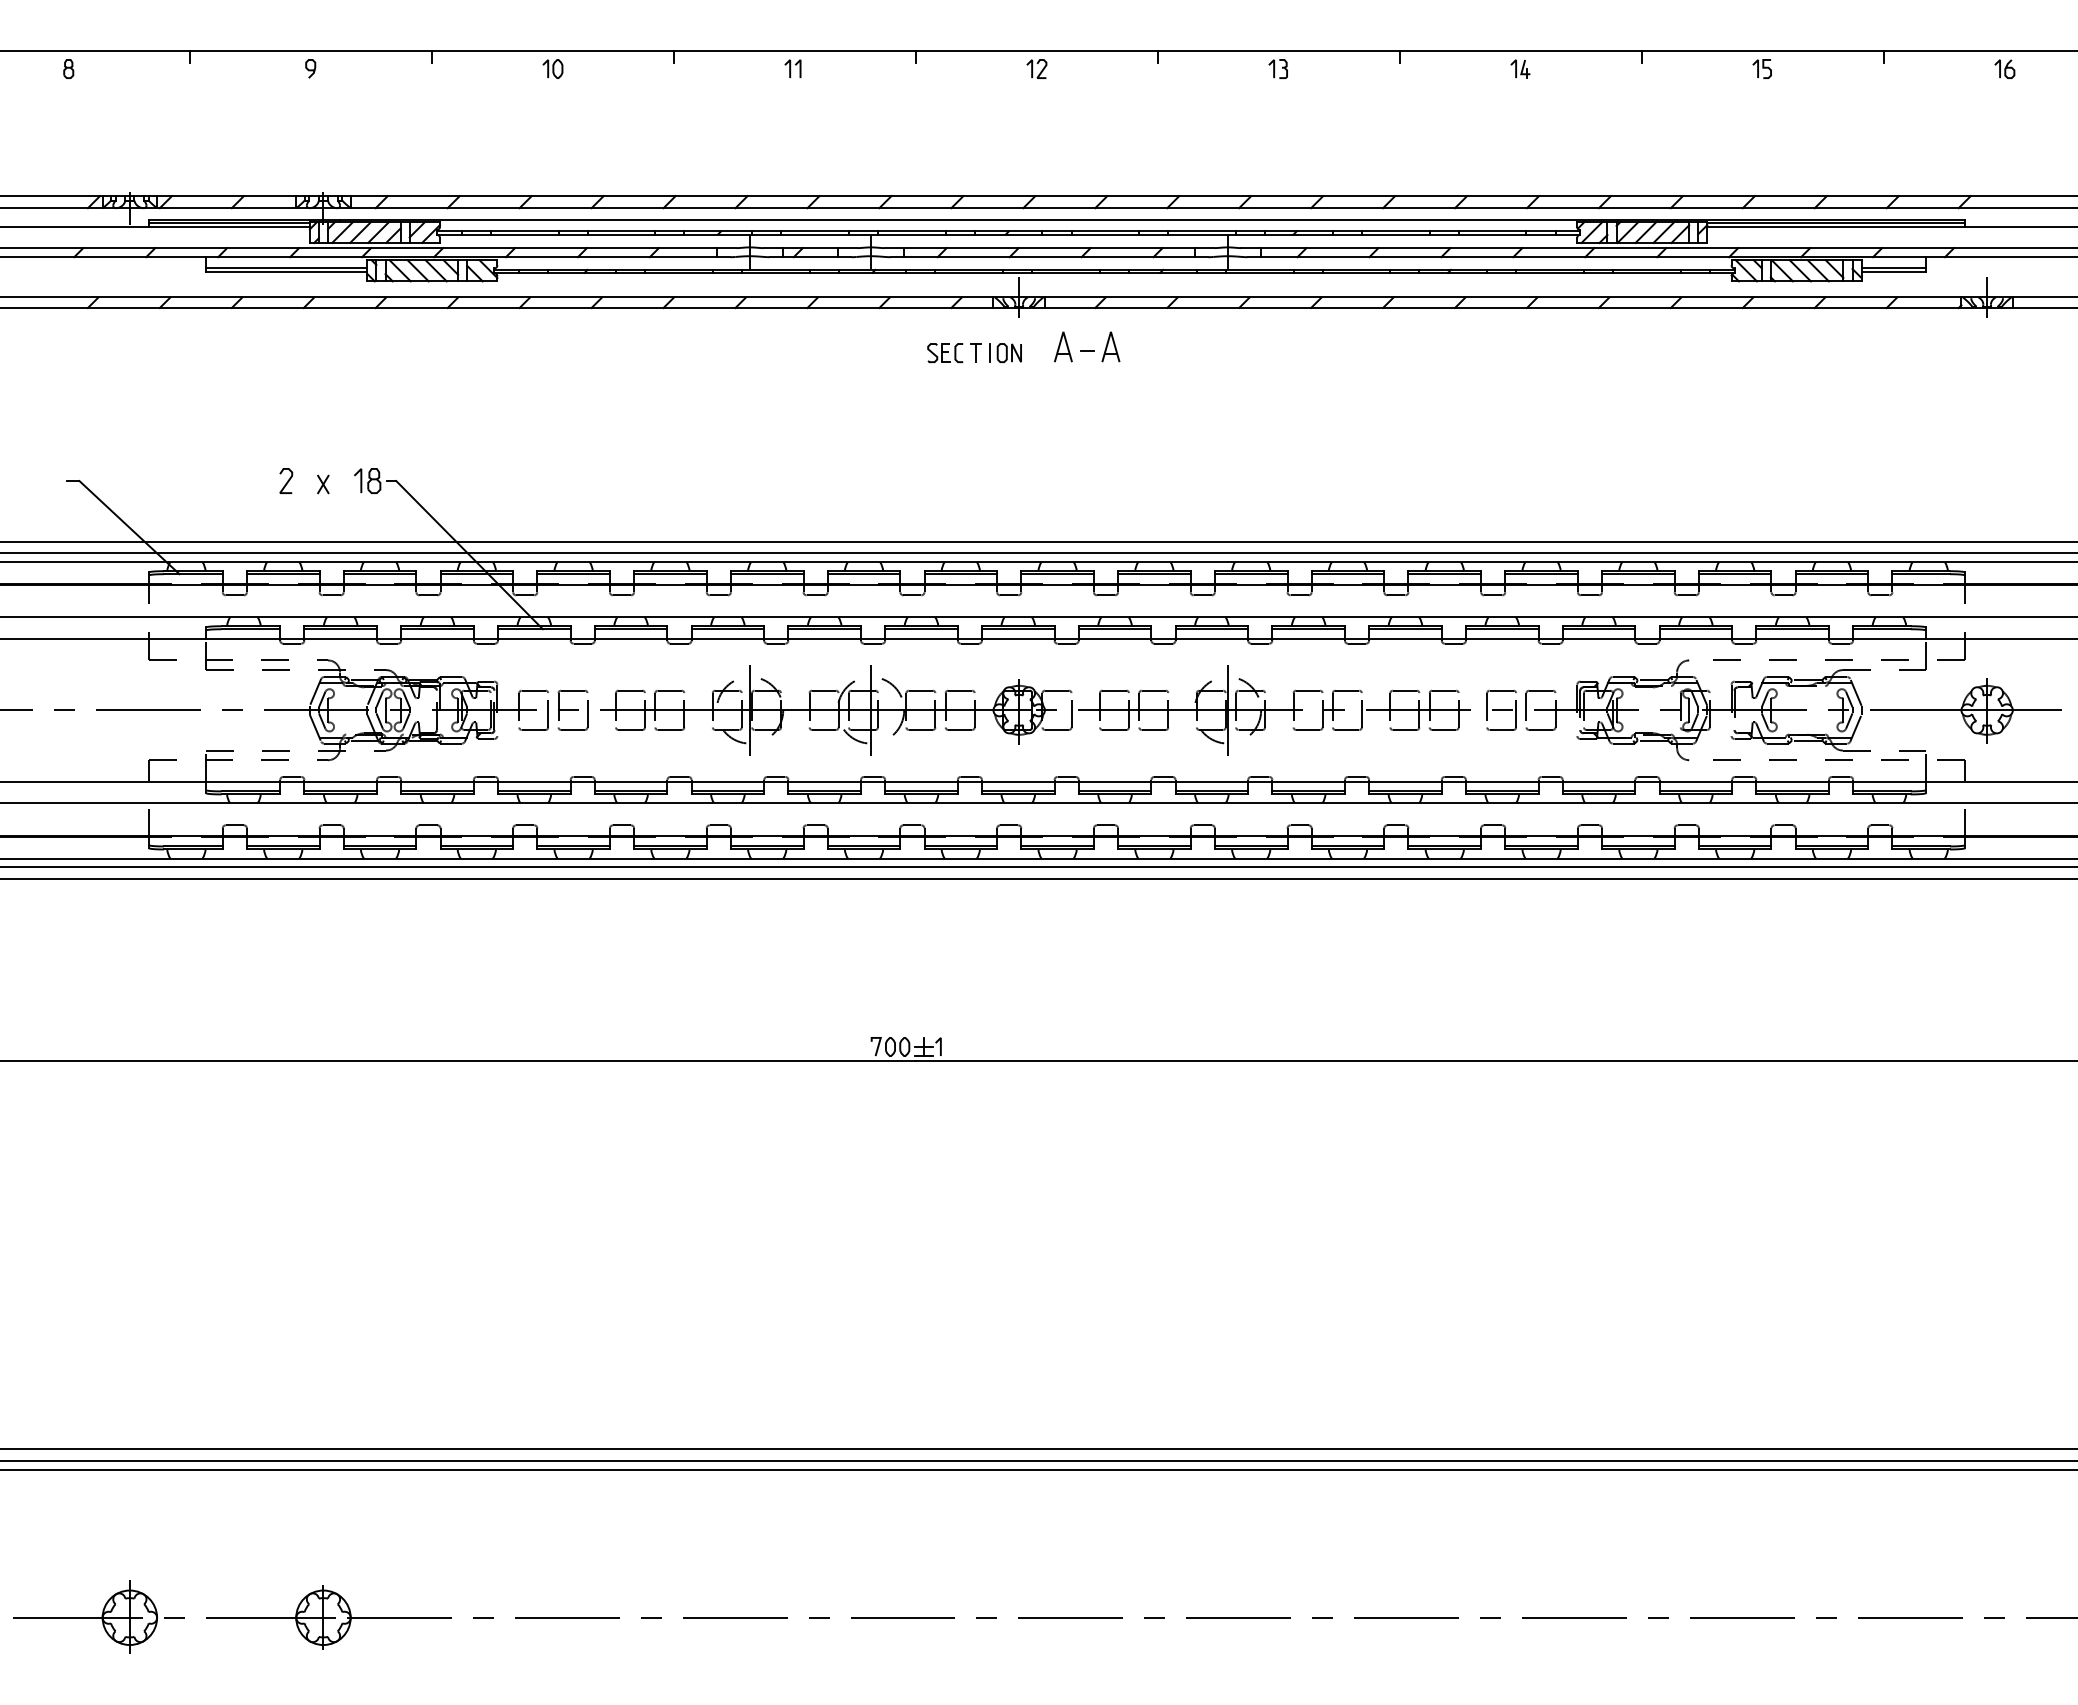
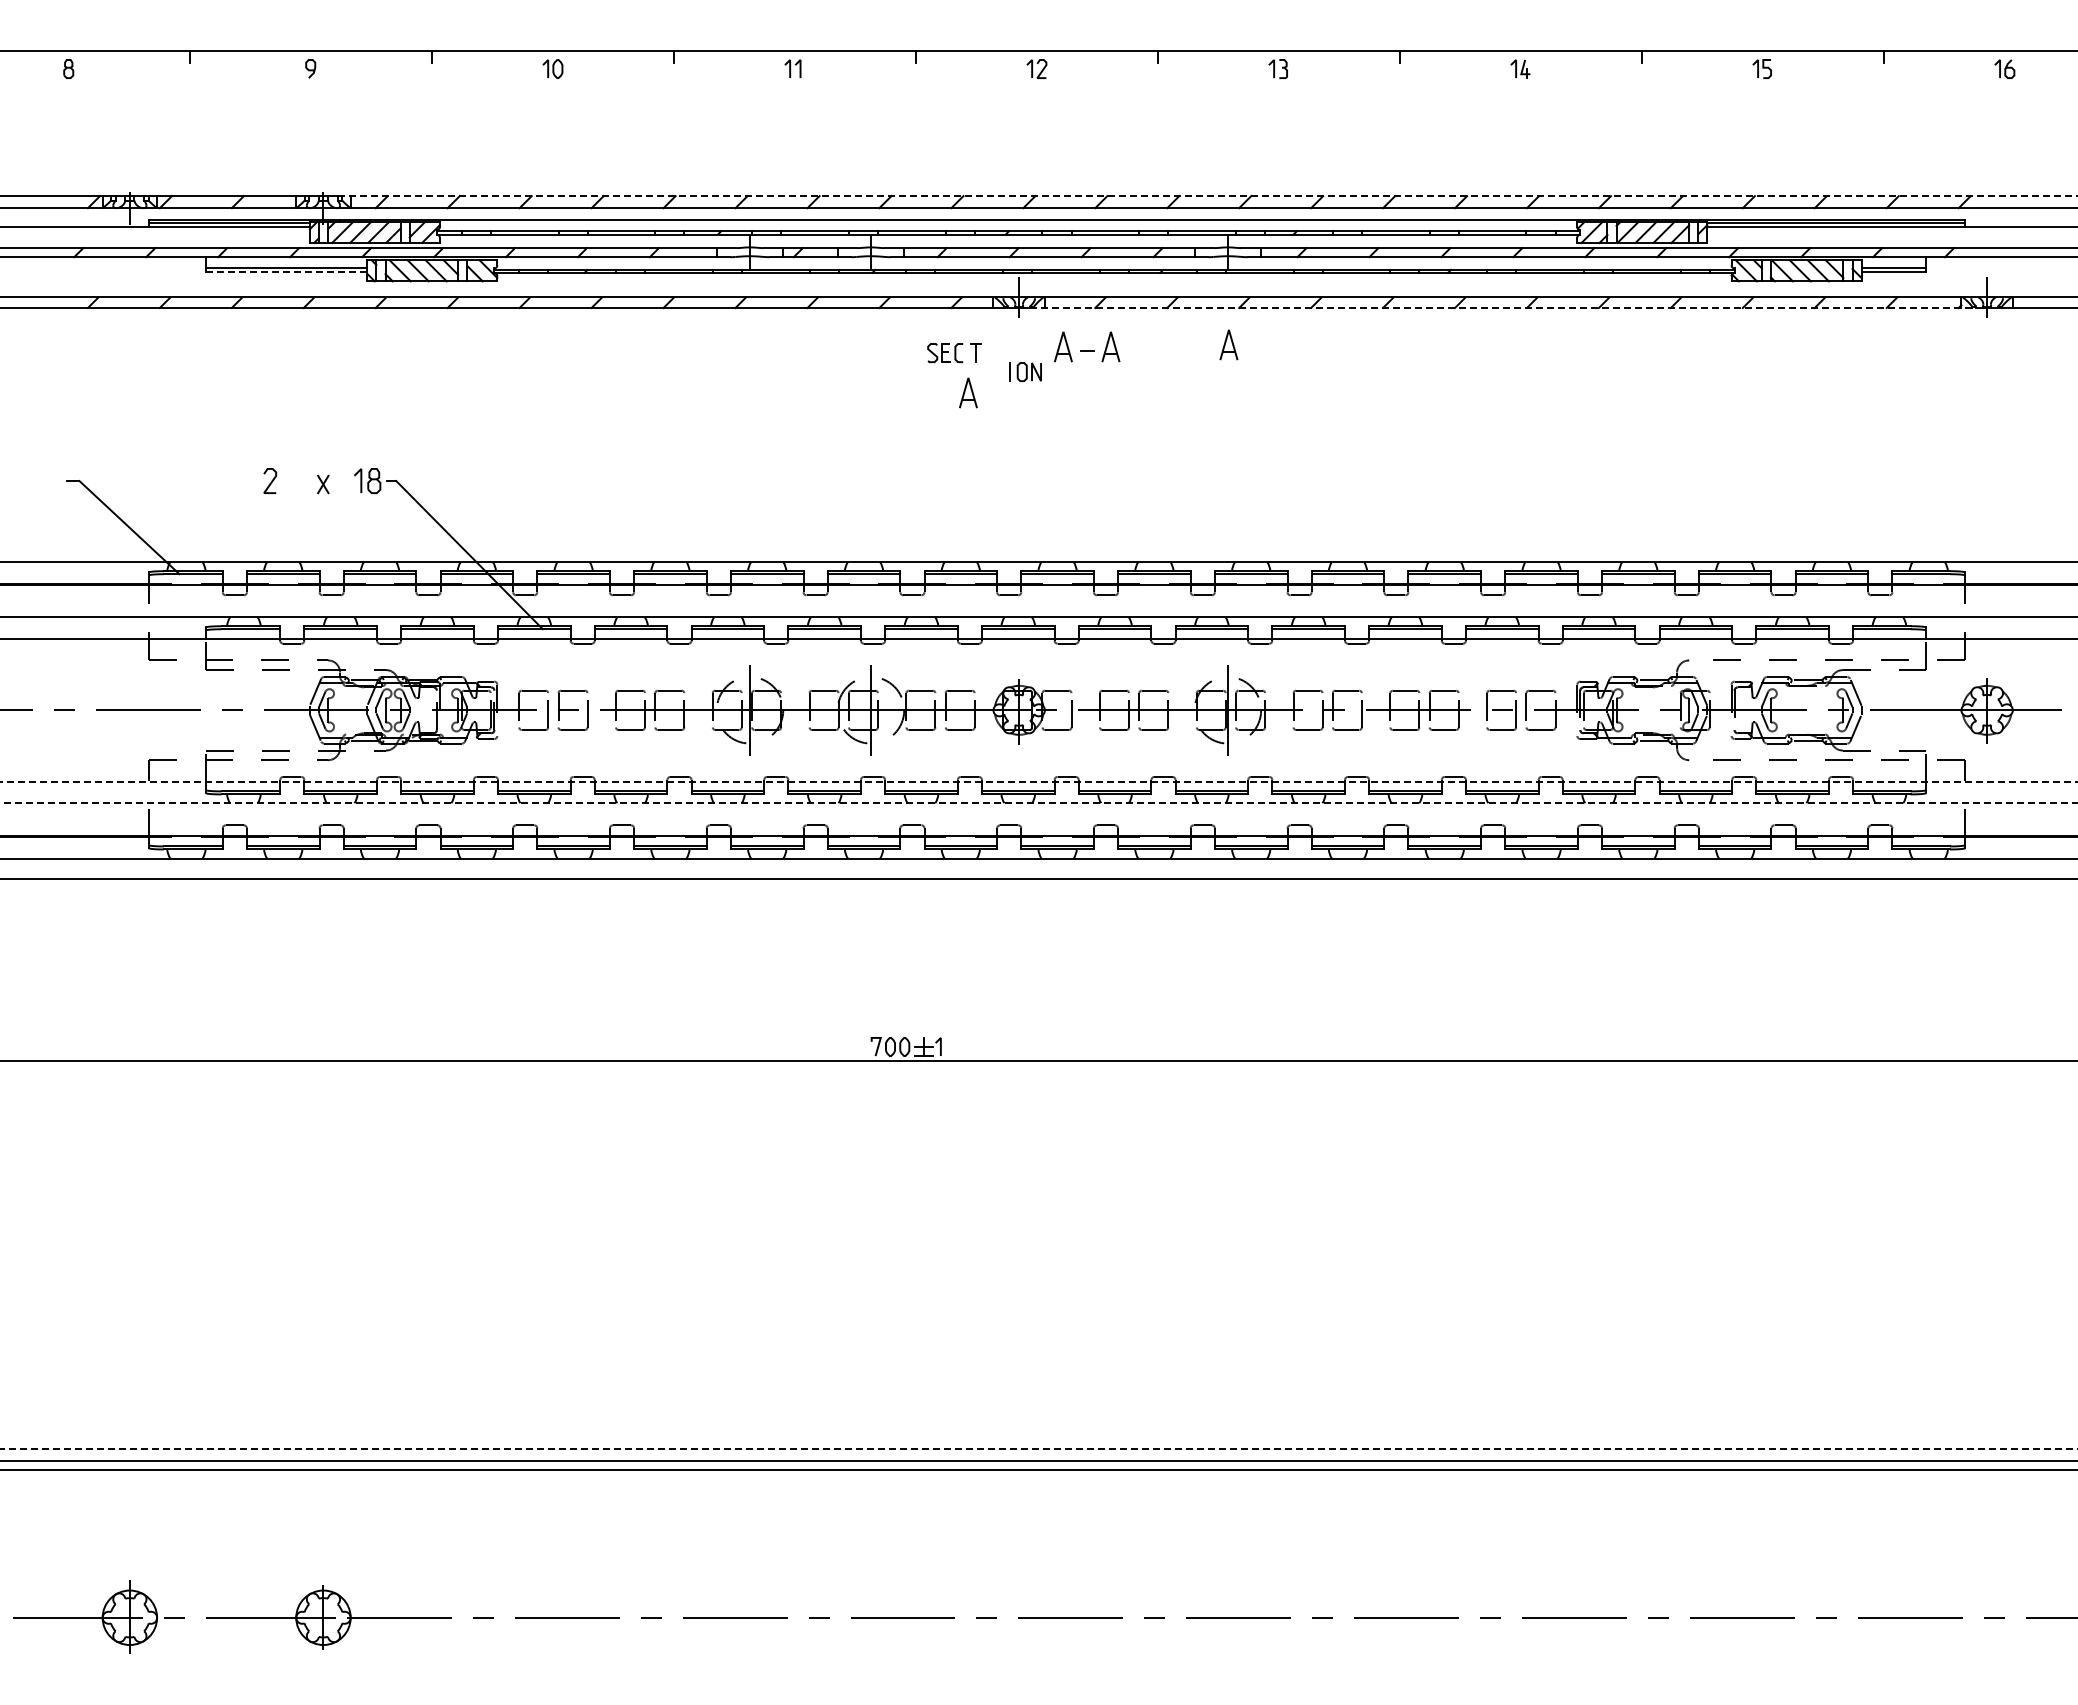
line at (1207, 196): solid -> dashed
line at (287, 272): solid -> dashed
line at (1503, 308): solid -> dashed
part at (1228, 344): none -> present
part at (1005, 352) position: (1005, 352) -> (1025, 371)
part at (968, 392): none -> present
curve at (287, 480) position: (287, 480) -> (271, 480)
line at (1038, 541): present -> none
line at (1038, 553): present -> none
line at (1039, 781): solid -> dashed
line at (1039, 803): solid -> dashed
line at (1038, 867): present -> none
line at (1039, 1448): solid -> dashed
